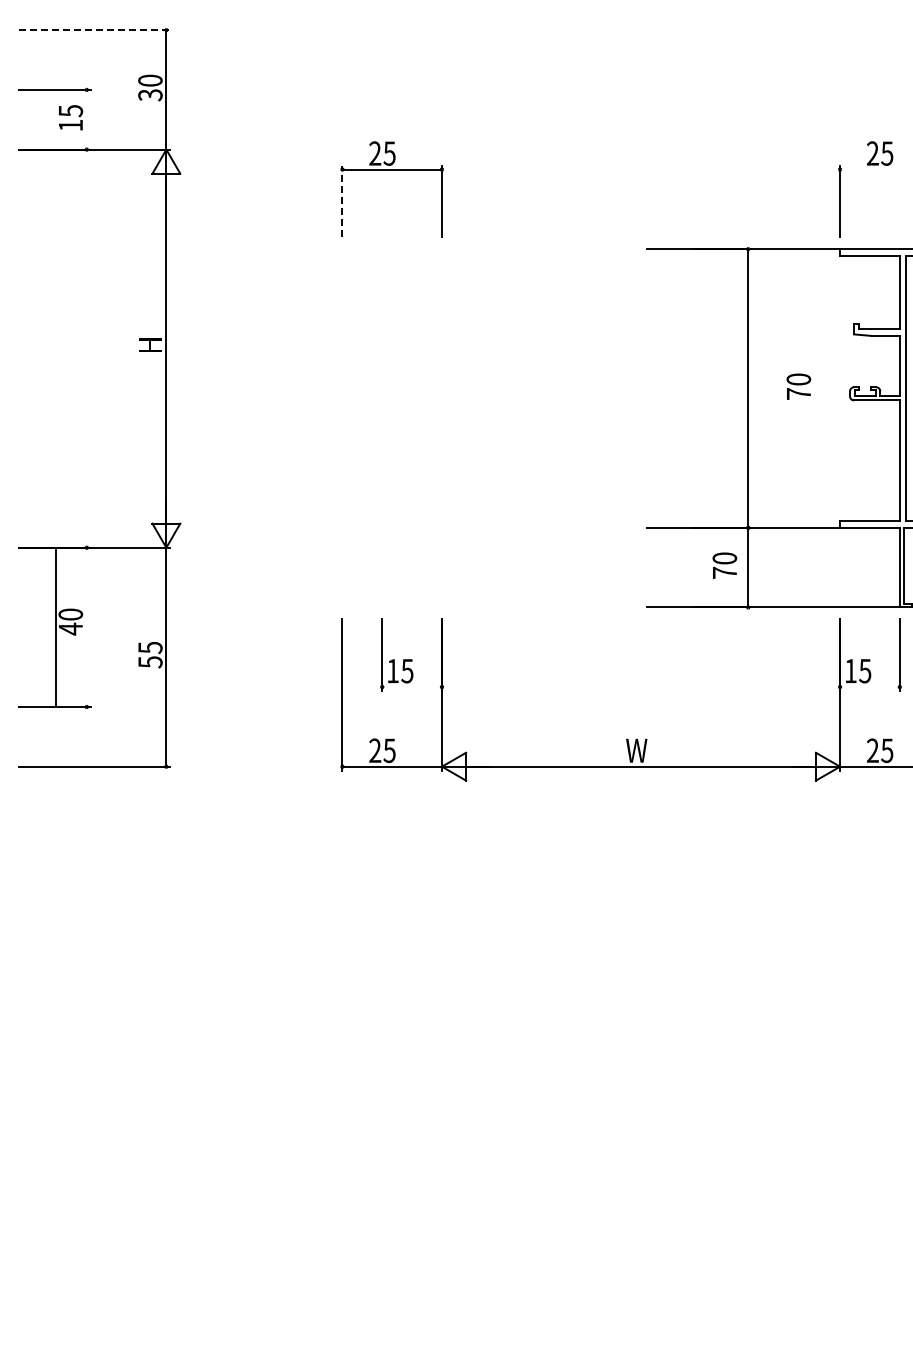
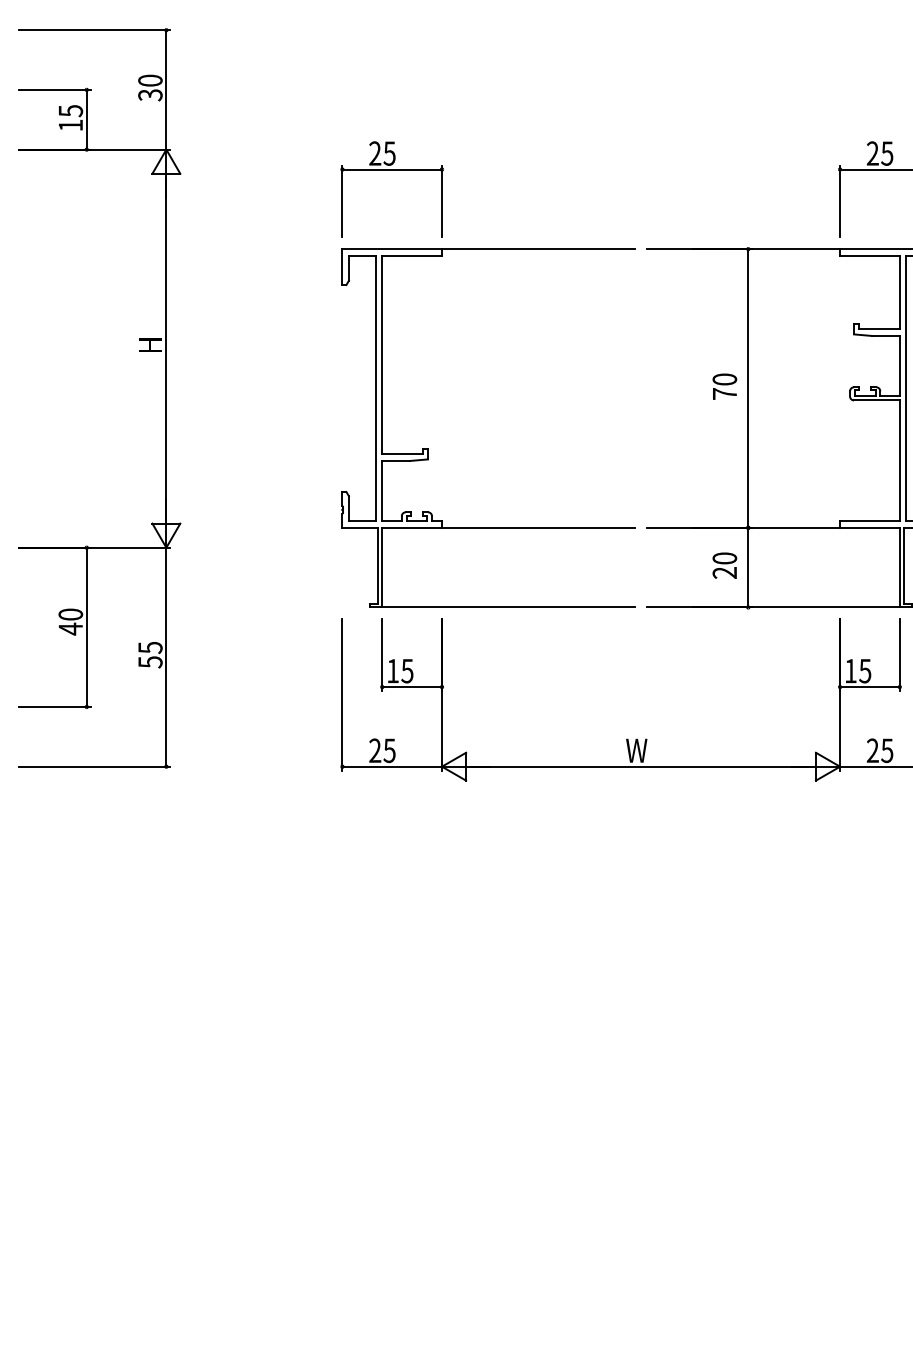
line at (94, 30): dashed -> solid
line at (86, 119): none -> present
line at (874, 169): none -> present
line at (342, 201): dashed -> solid
text at (798, 386) position: (798, 386) -> (724, 386)
part at (428, 448): none -> present
text at (724, 572): 70 -> 20
line at (55, 626) position: (55, 626) -> (86, 626)
line at (411, 687): none -> present
line at (869, 687): none -> present
